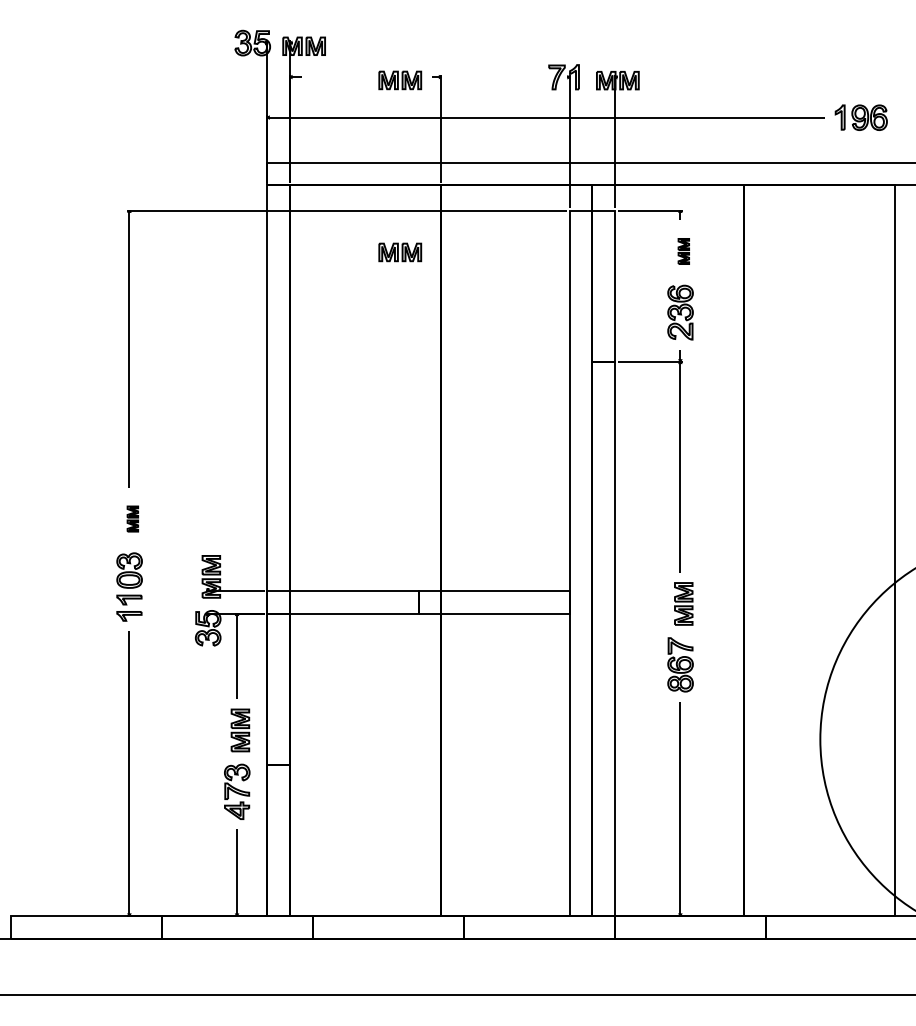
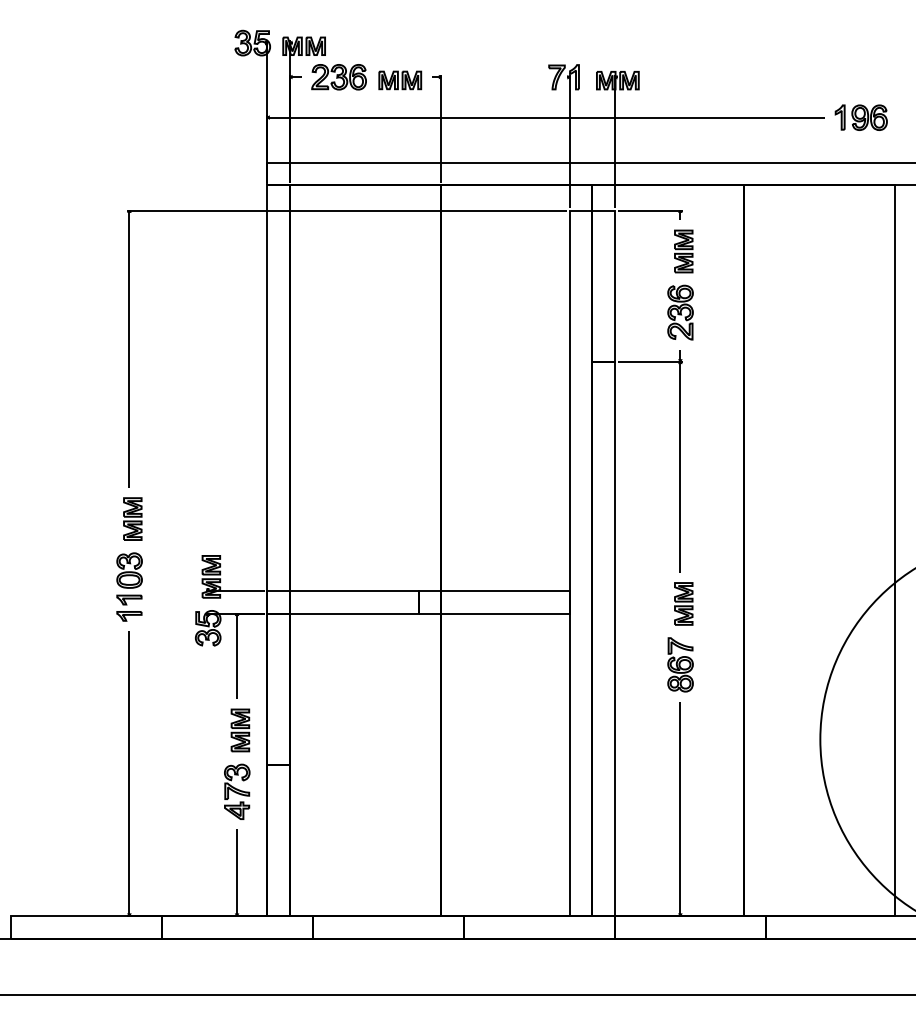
part at (338, 77): none -> present
part at (683, 251) size: 13x27 px -> 20x45 px
part at (400, 252): present -> none
part at (132, 518) size: 13x28 px -> 20x44 px
